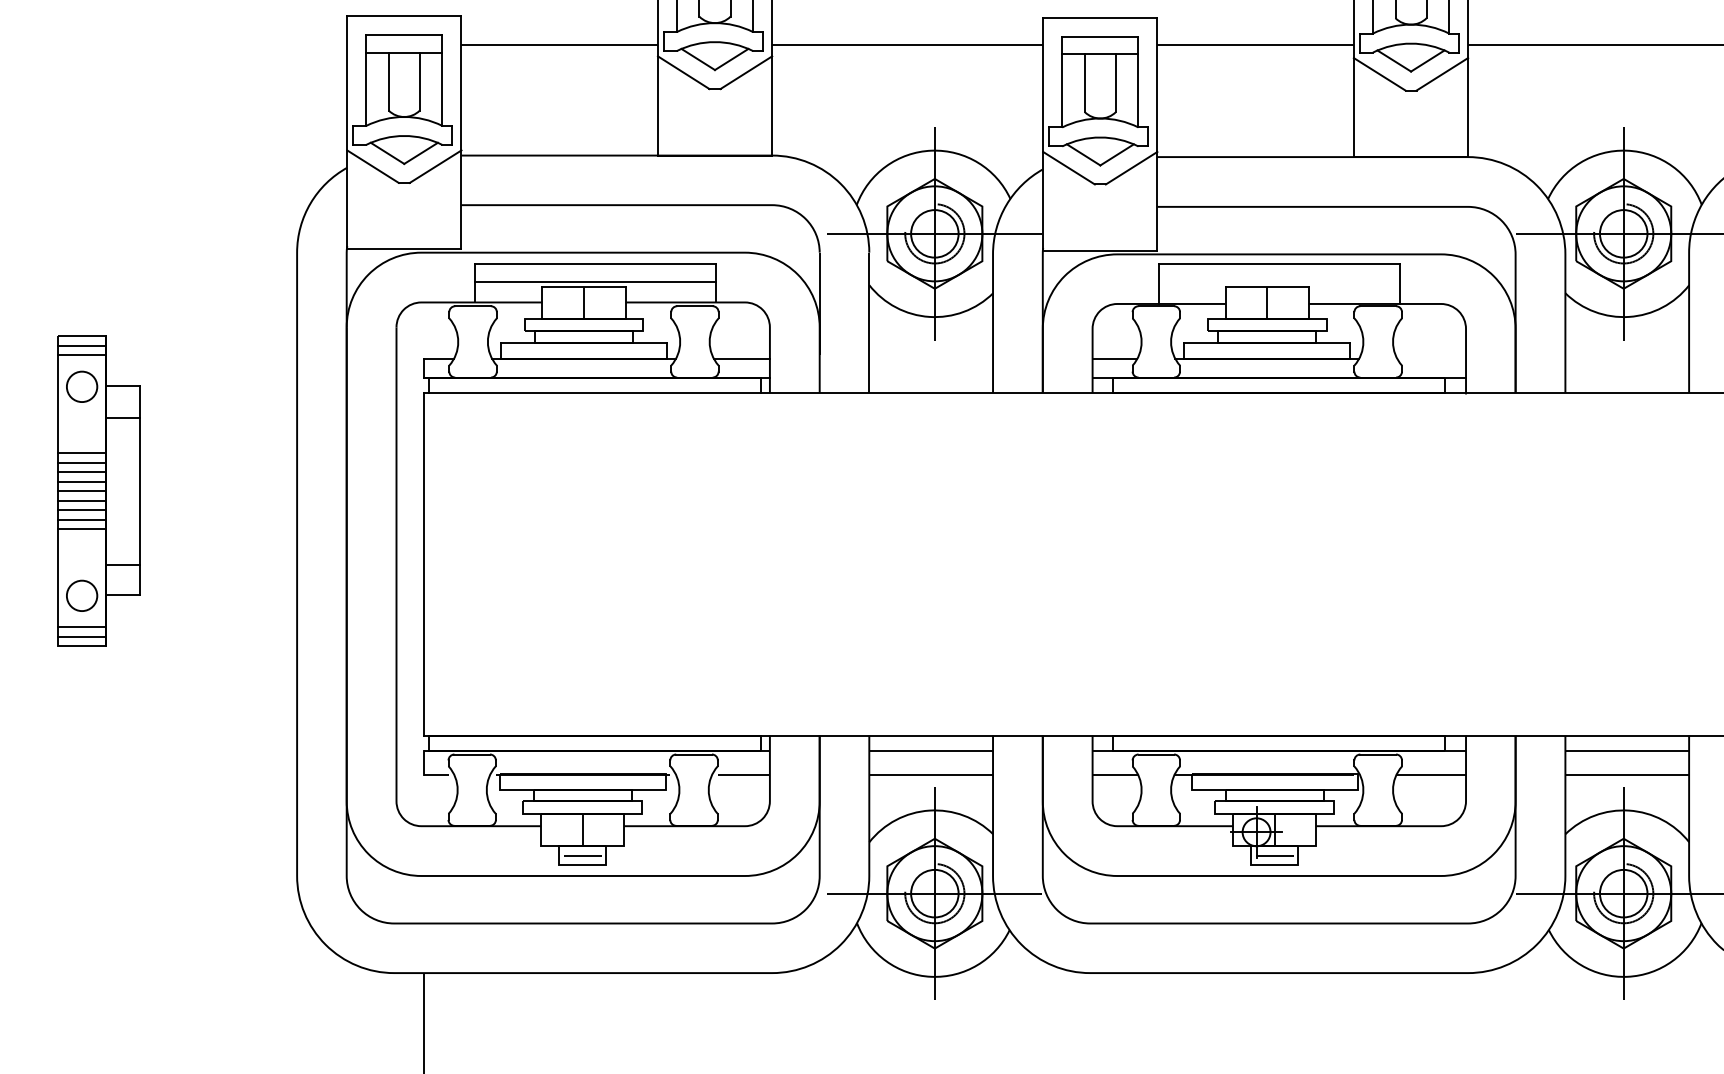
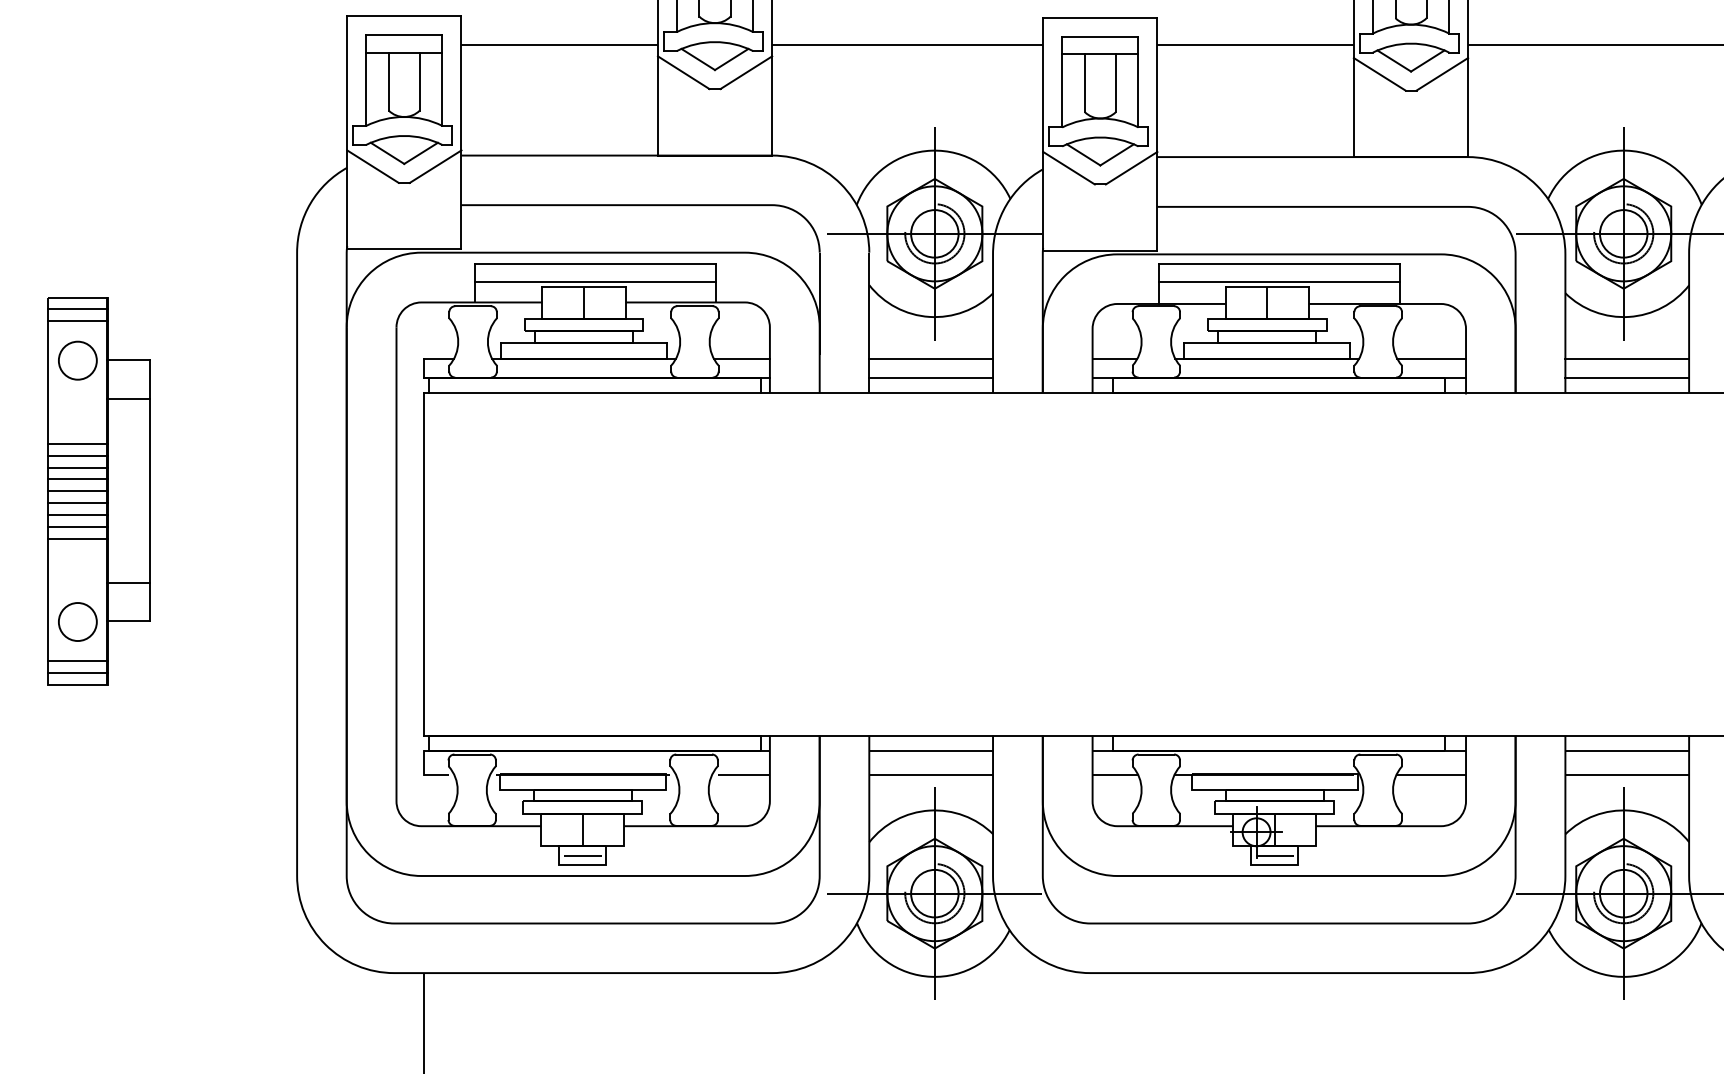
line at (1279, 281): none -> present
line at (931, 358): none -> present
line at (1431, 358): none -> present
line at (1627, 358): none -> present
line at (931, 377): none -> present
line at (1627, 377): none -> present
part at (98, 490) size: 84x312 px -> 104x389 px
